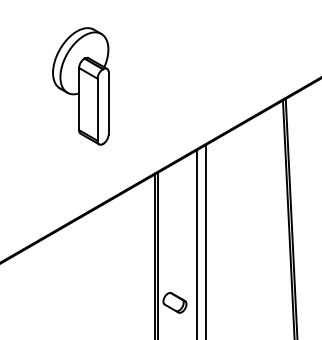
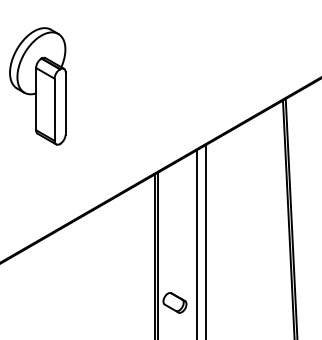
part at (80, 86) position: (80, 86) -> (37, 86)
